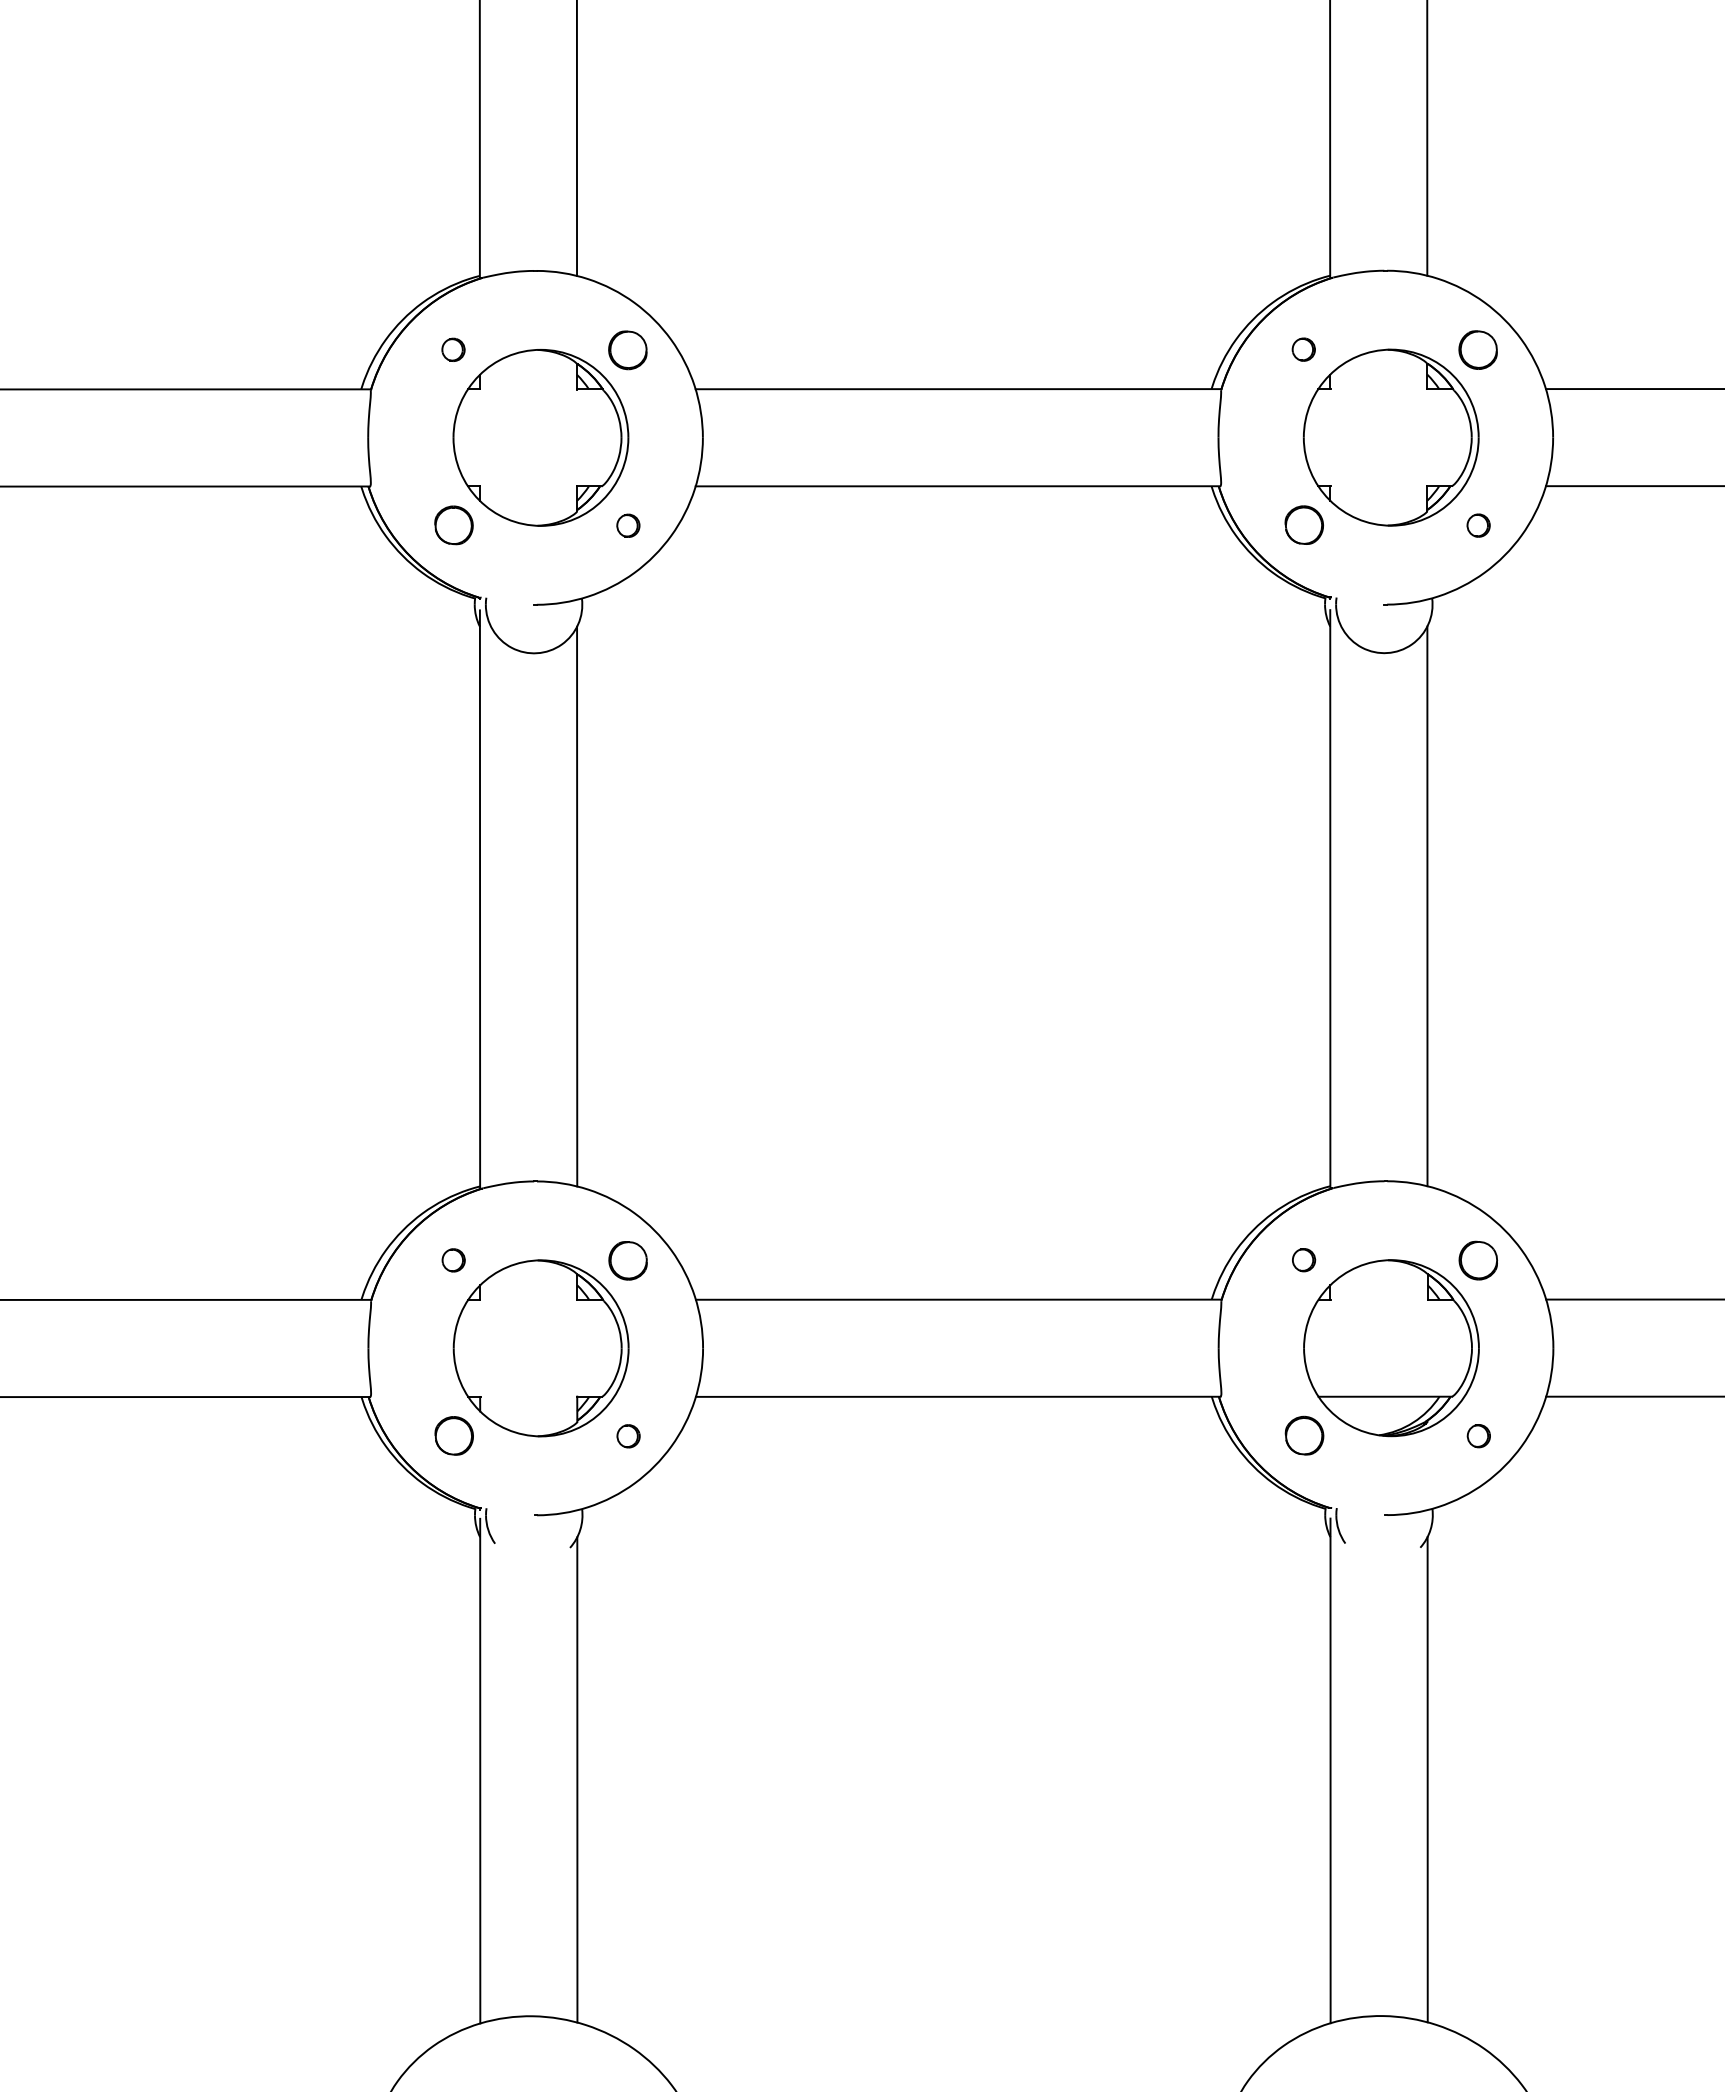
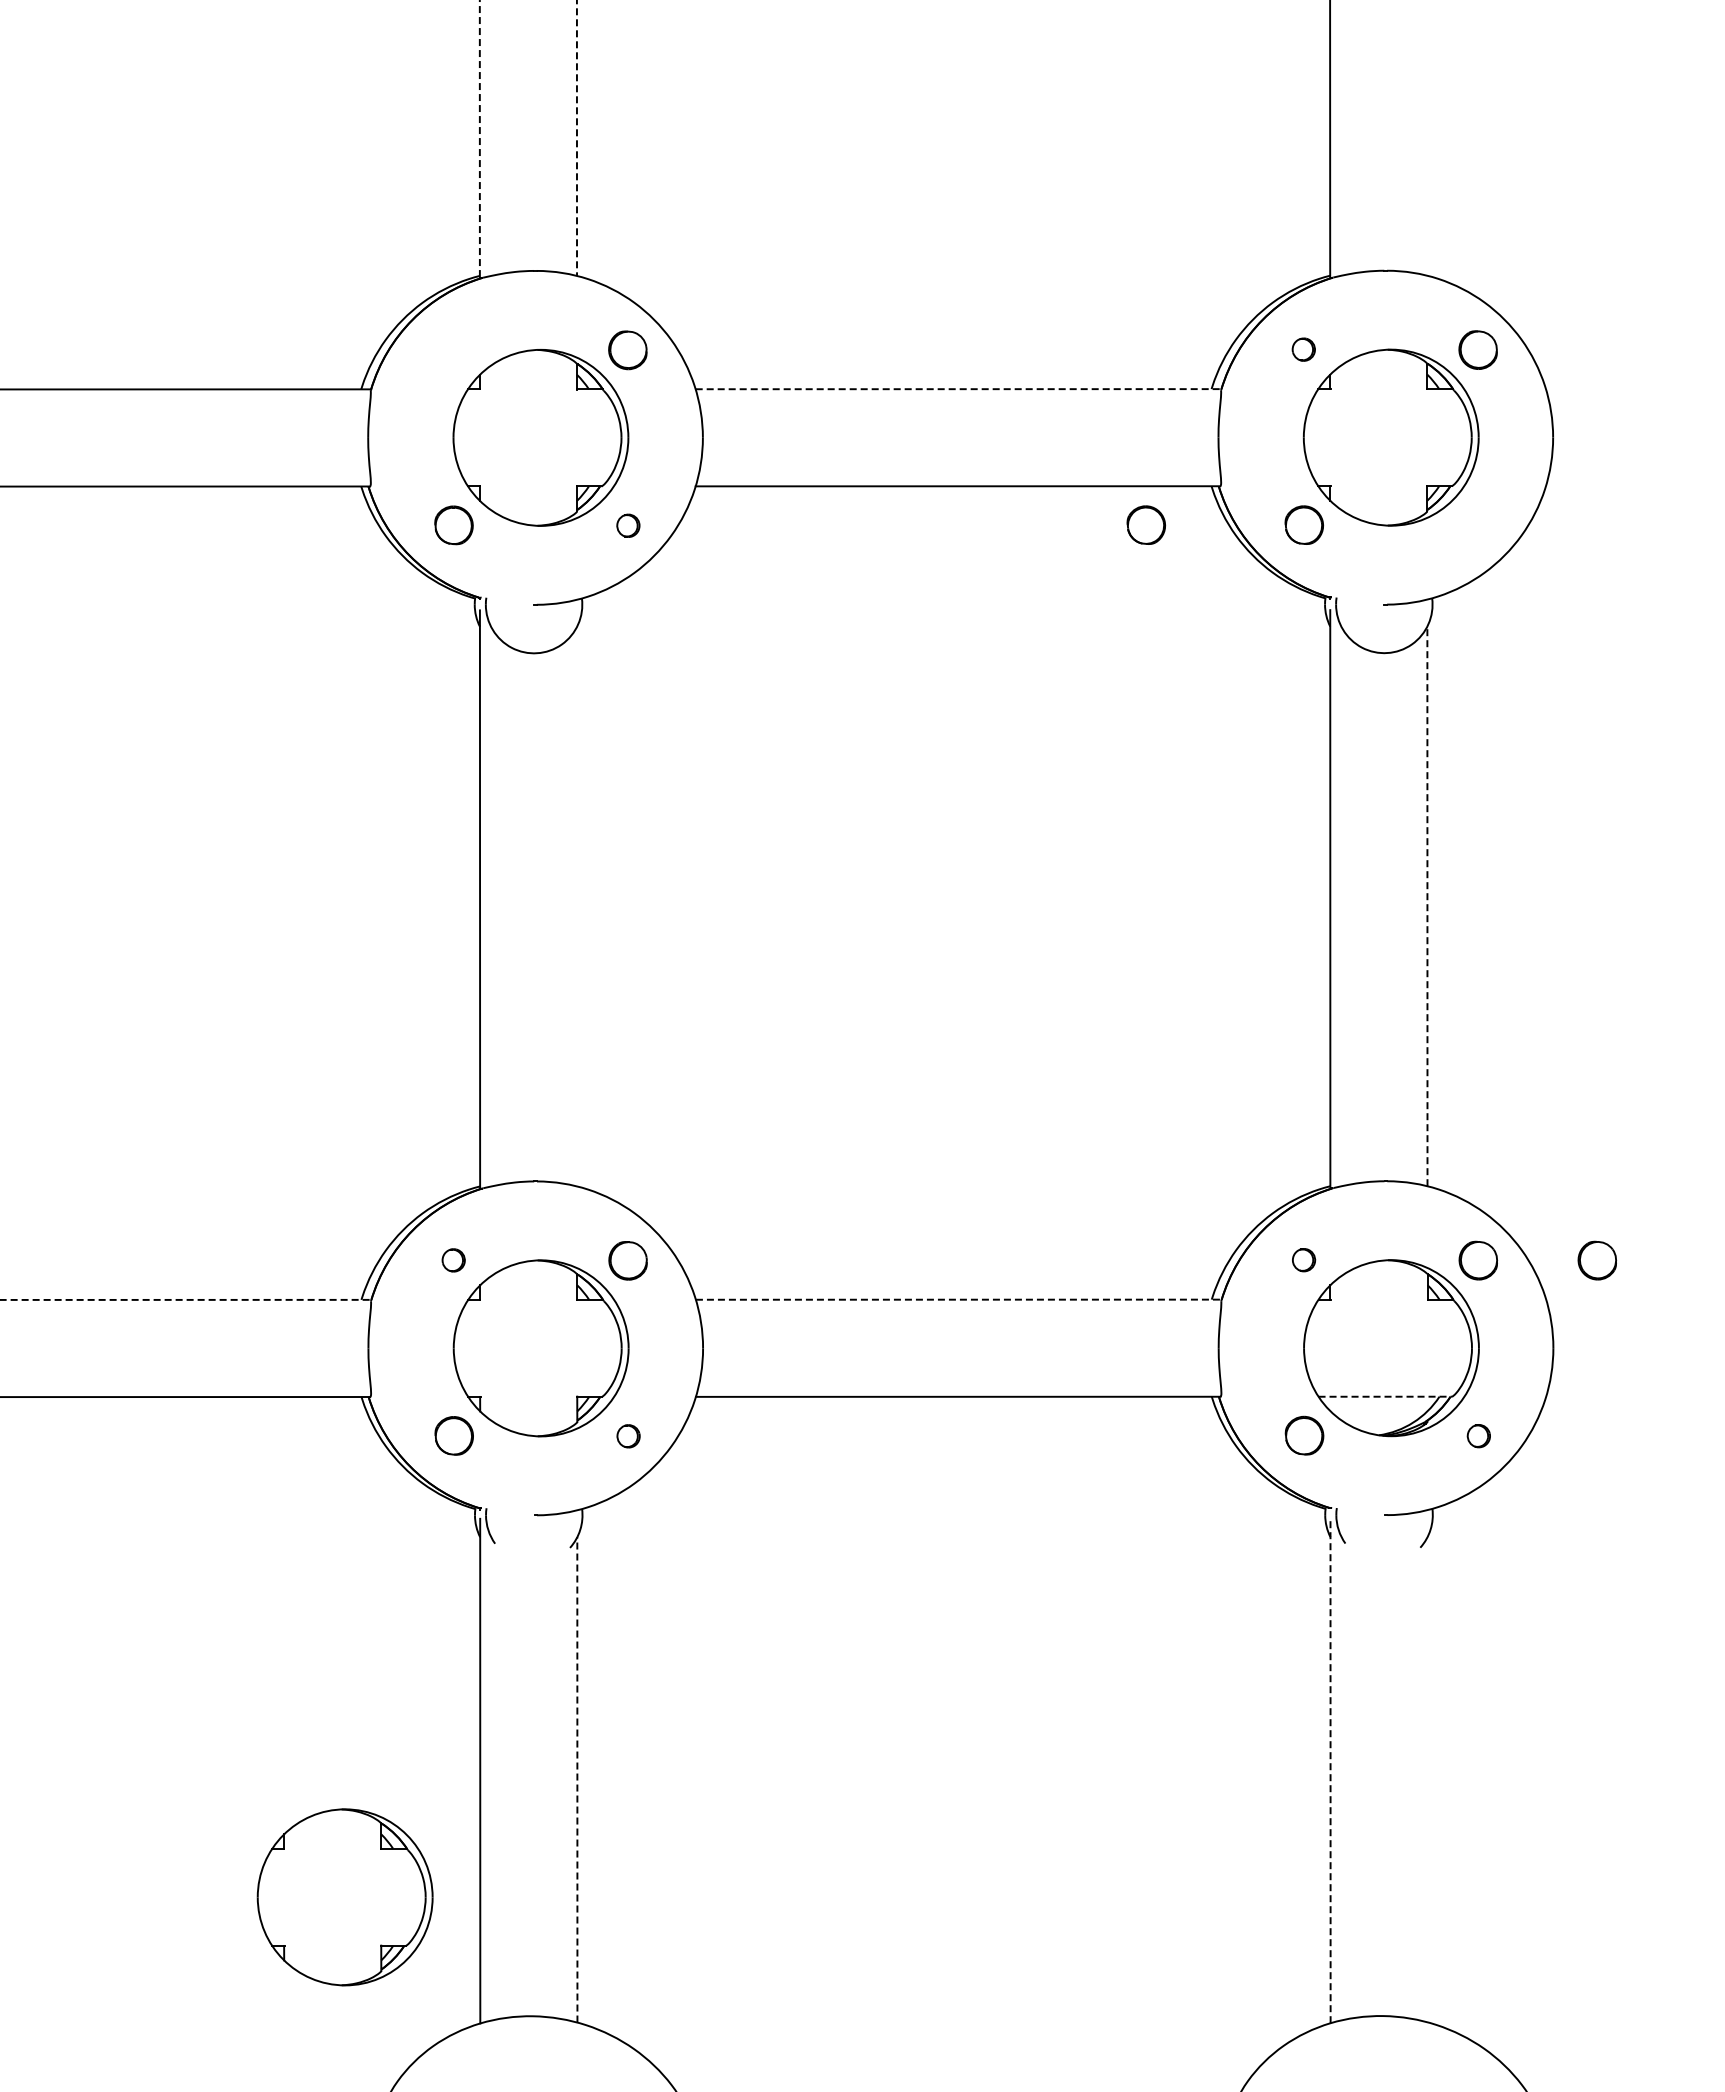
line at (576, 138): solid -> dashed
line at (1427, 138): present -> none
line at (479, 139): solid -> dashed
part at (453, 349): present -> none
line at (958, 389): solid -> dashed
line at (1633, 389): present -> none
line at (1633, 486): present -> none
part at (1145, 524): none -> present
part at (1478, 525): present -> none
line at (577, 906): present -> none
line at (1427, 906): solid -> dashed
part at (1596, 1260): none -> present
line at (186, 1299): solid -> dashed
line at (958, 1299): solid -> dashed
line at (1633, 1299): present -> none
line at (1385, 1396): solid -> dashed
line at (1633, 1396): present -> none
line at (1330, 1770): solid -> dashed
line at (577, 1779): solid -> dashed
line at (1427, 1779): present -> none
part at (344, 1897): none -> present
